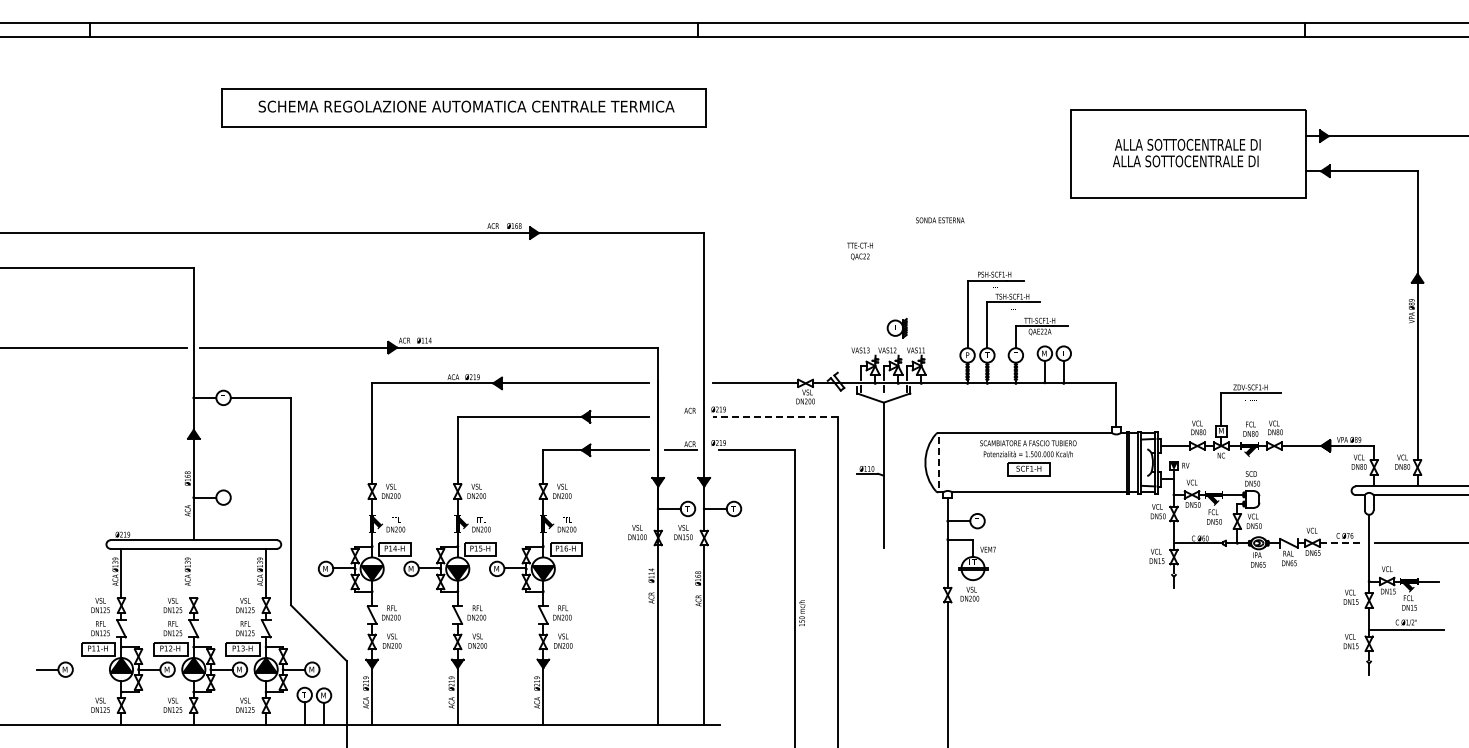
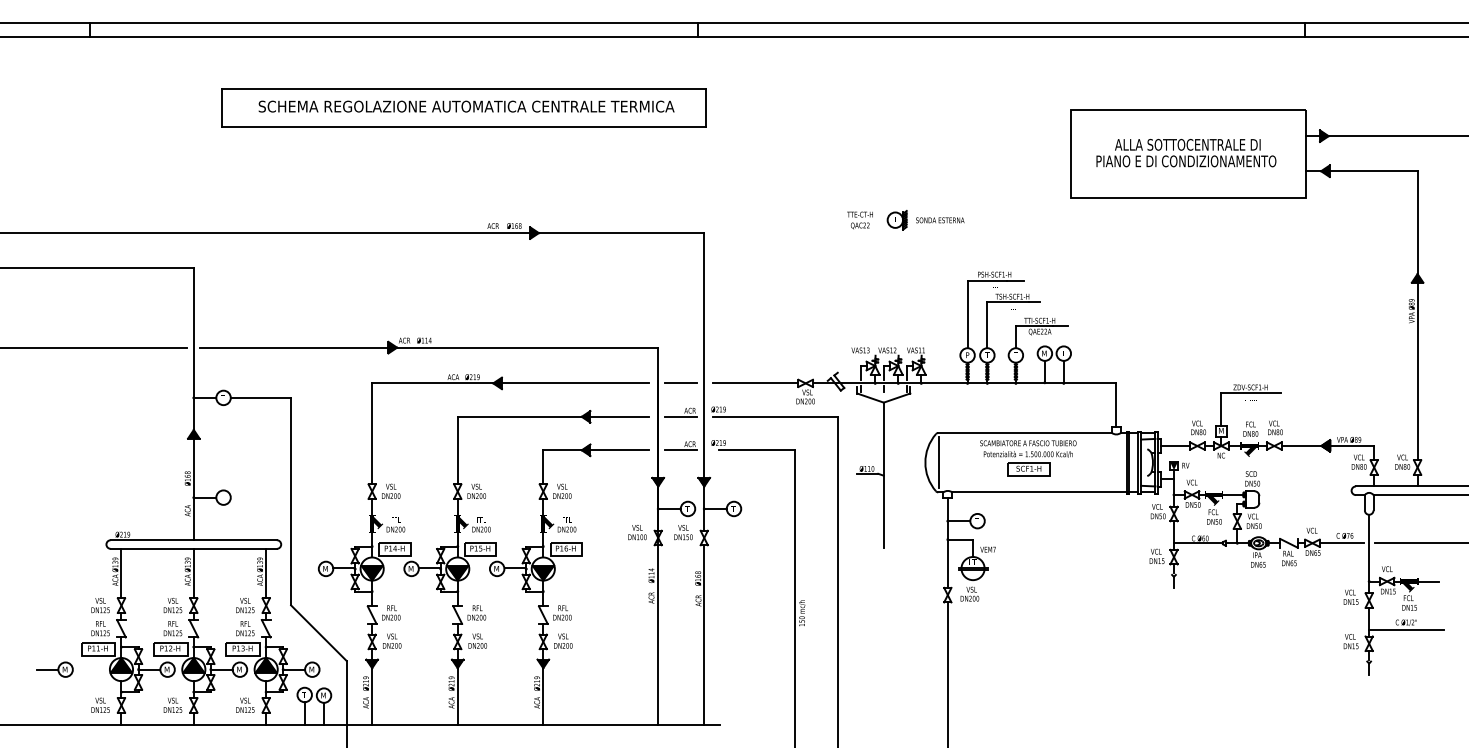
text at (1186, 161): ALLA SOTTOCENTRALE DI -> PIANO E DI CONDIZIONAMENTO
text at (859, 251) position: (859, 251) -> (859, 220)
part at (896, 328) position: (896, 328) -> (896, 220)
line at (680, 383): none -> present
line at (680, 416): none -> present
line at (775, 416): dashed -> solid
line at (938, 463): dashed -> solid
line at (1342, 543): dashed -> solid
line at (193, 573): none -> present
